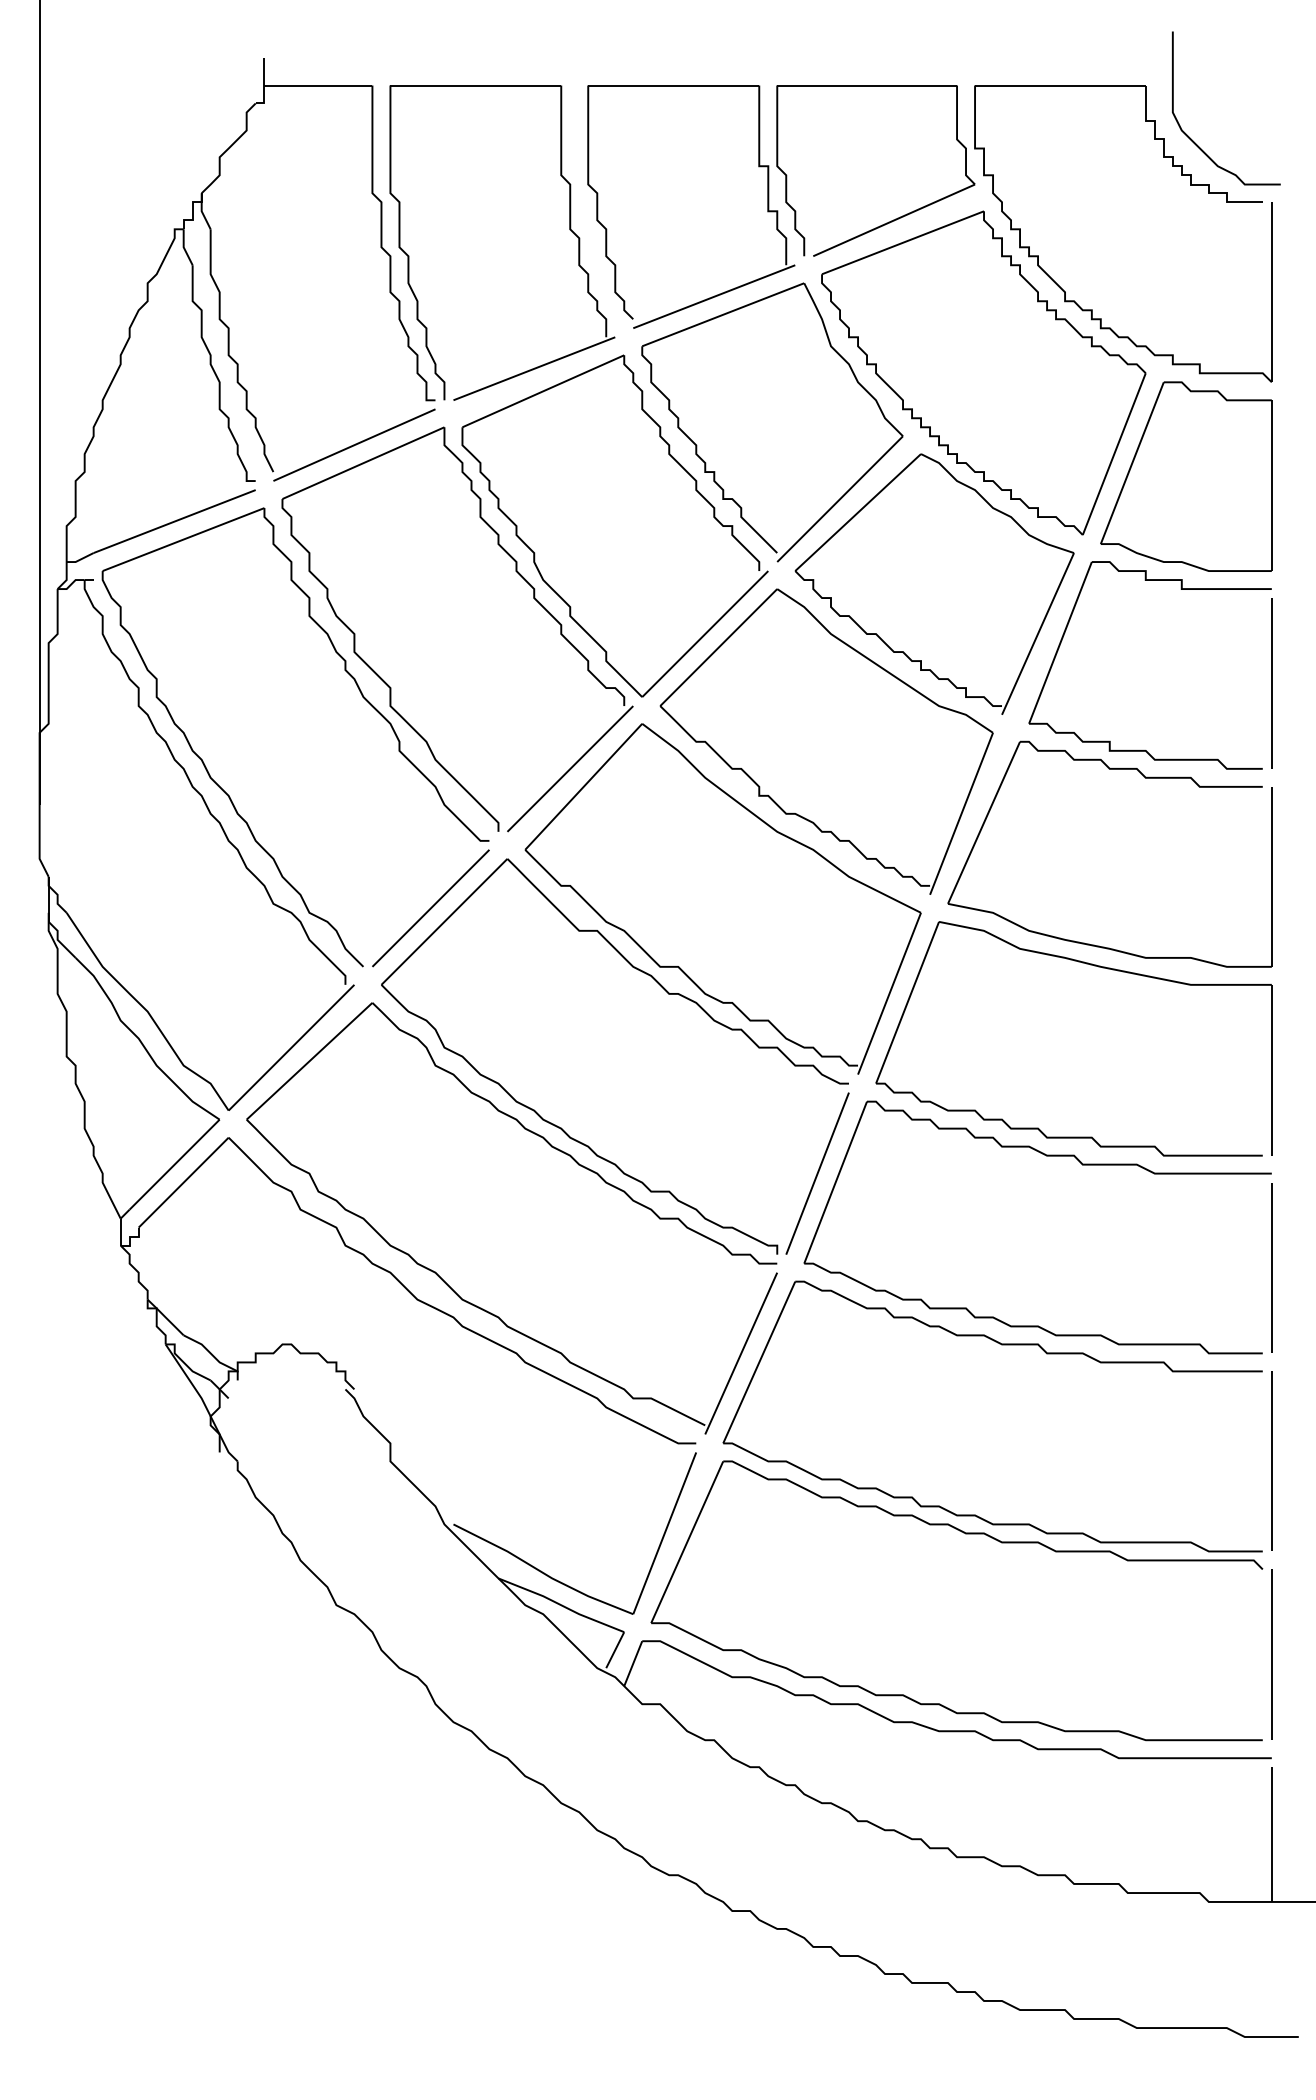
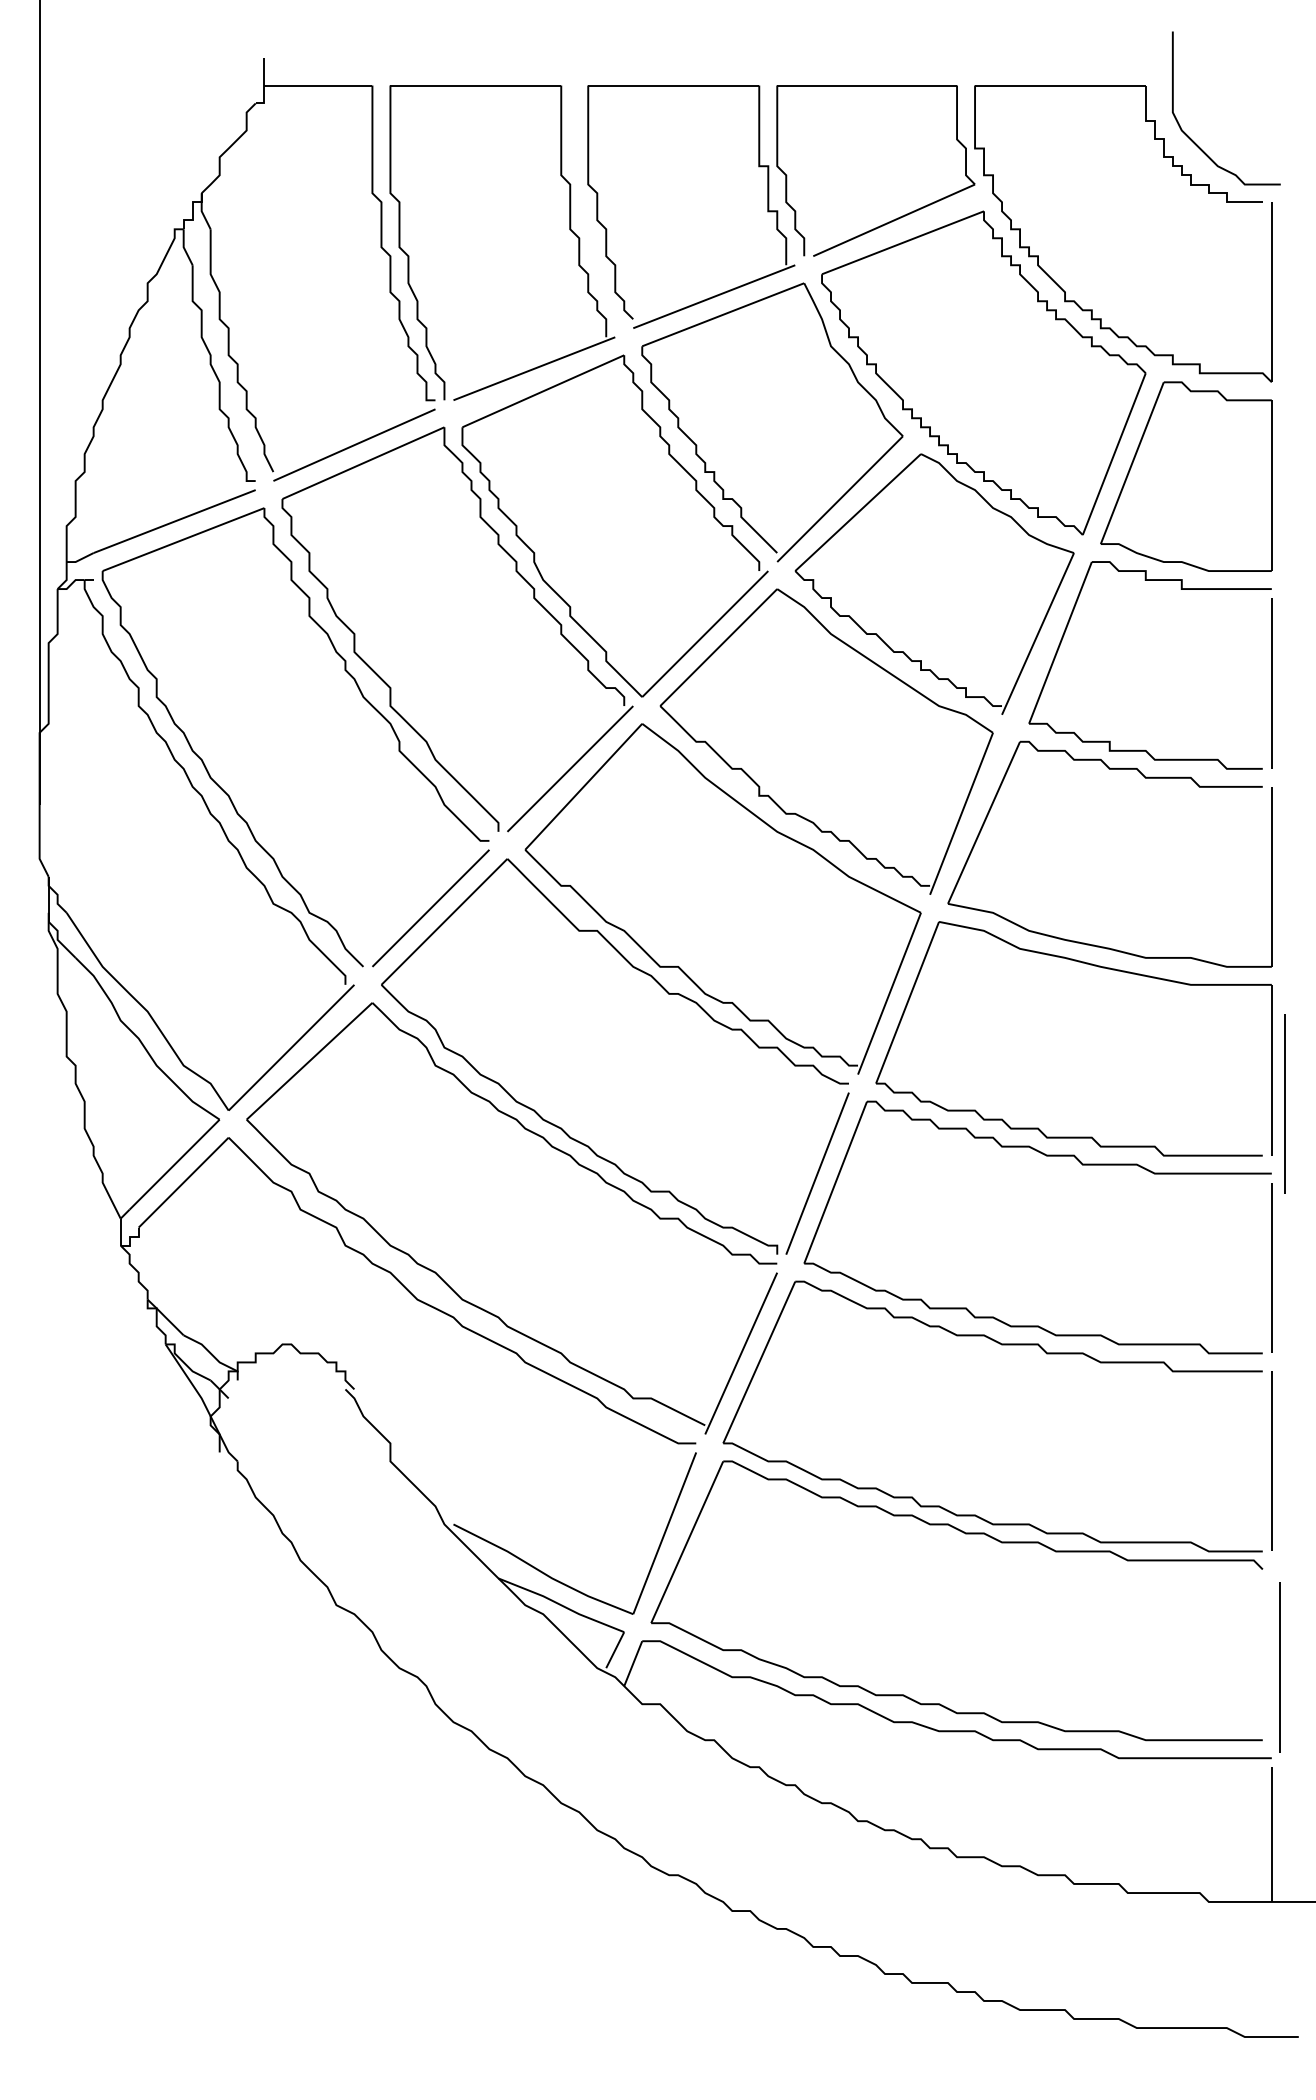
line at (1284, 1103): none -> present
line at (1271, 1654) position: (1271, 1654) -> (1279, 1667)
